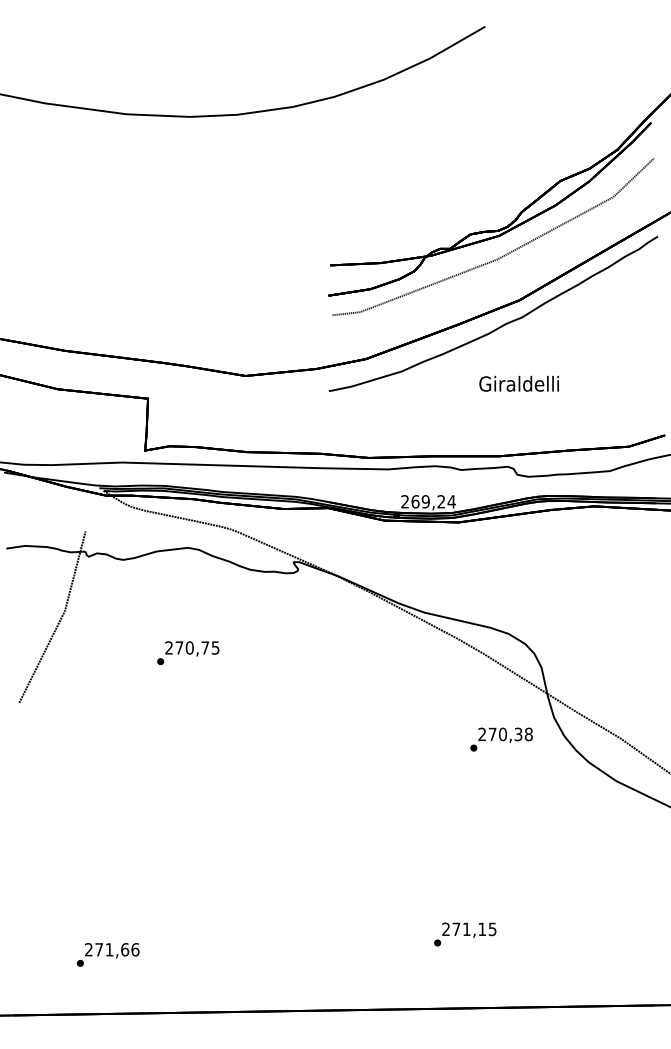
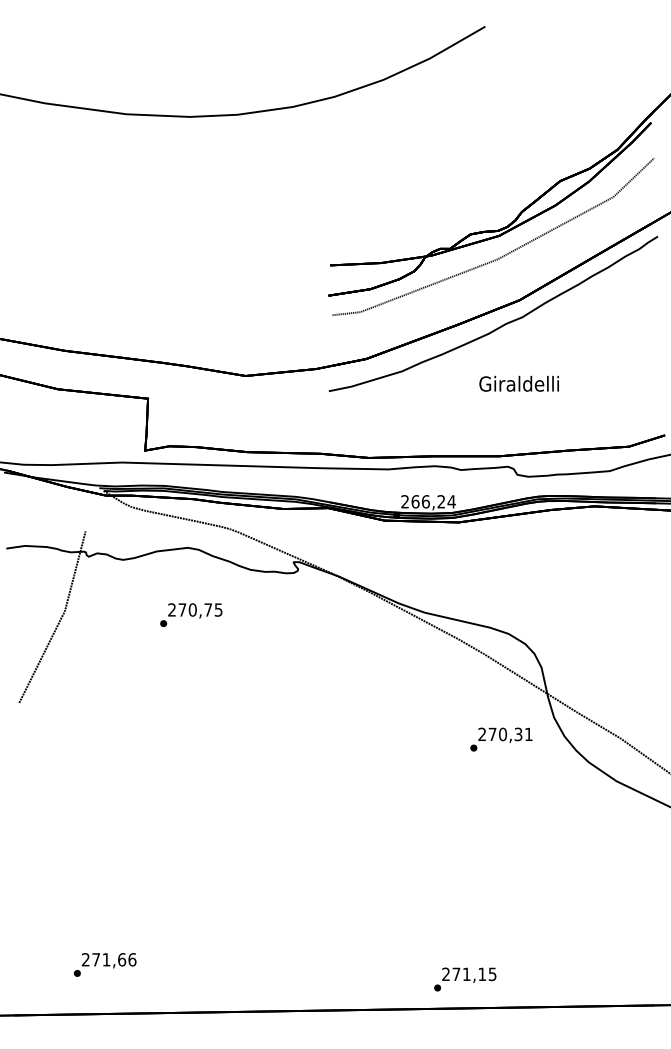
text at (425, 501): 269,24 -> 266,24
text at (188, 653) position: (188, 653) -> (191, 615)
text at (528, 734): 270,38 -> 270,31
text at (465, 934) position: (465, 934) -> (465, 979)
text at (108, 954) position: (108, 954) -> (105, 964)
